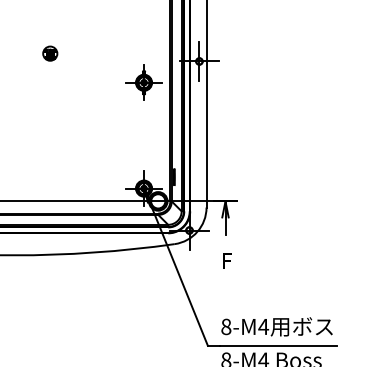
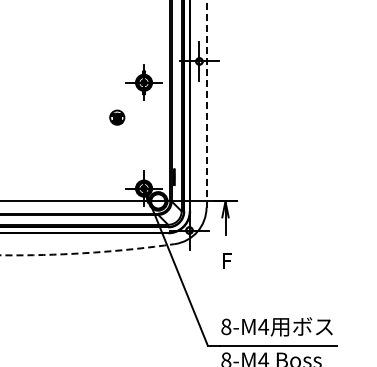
part at (50, 53) position: (50, 53) -> (117, 117)
line at (206, 103): solid -> dashed
arc at (88, 252): solid -> dashed
